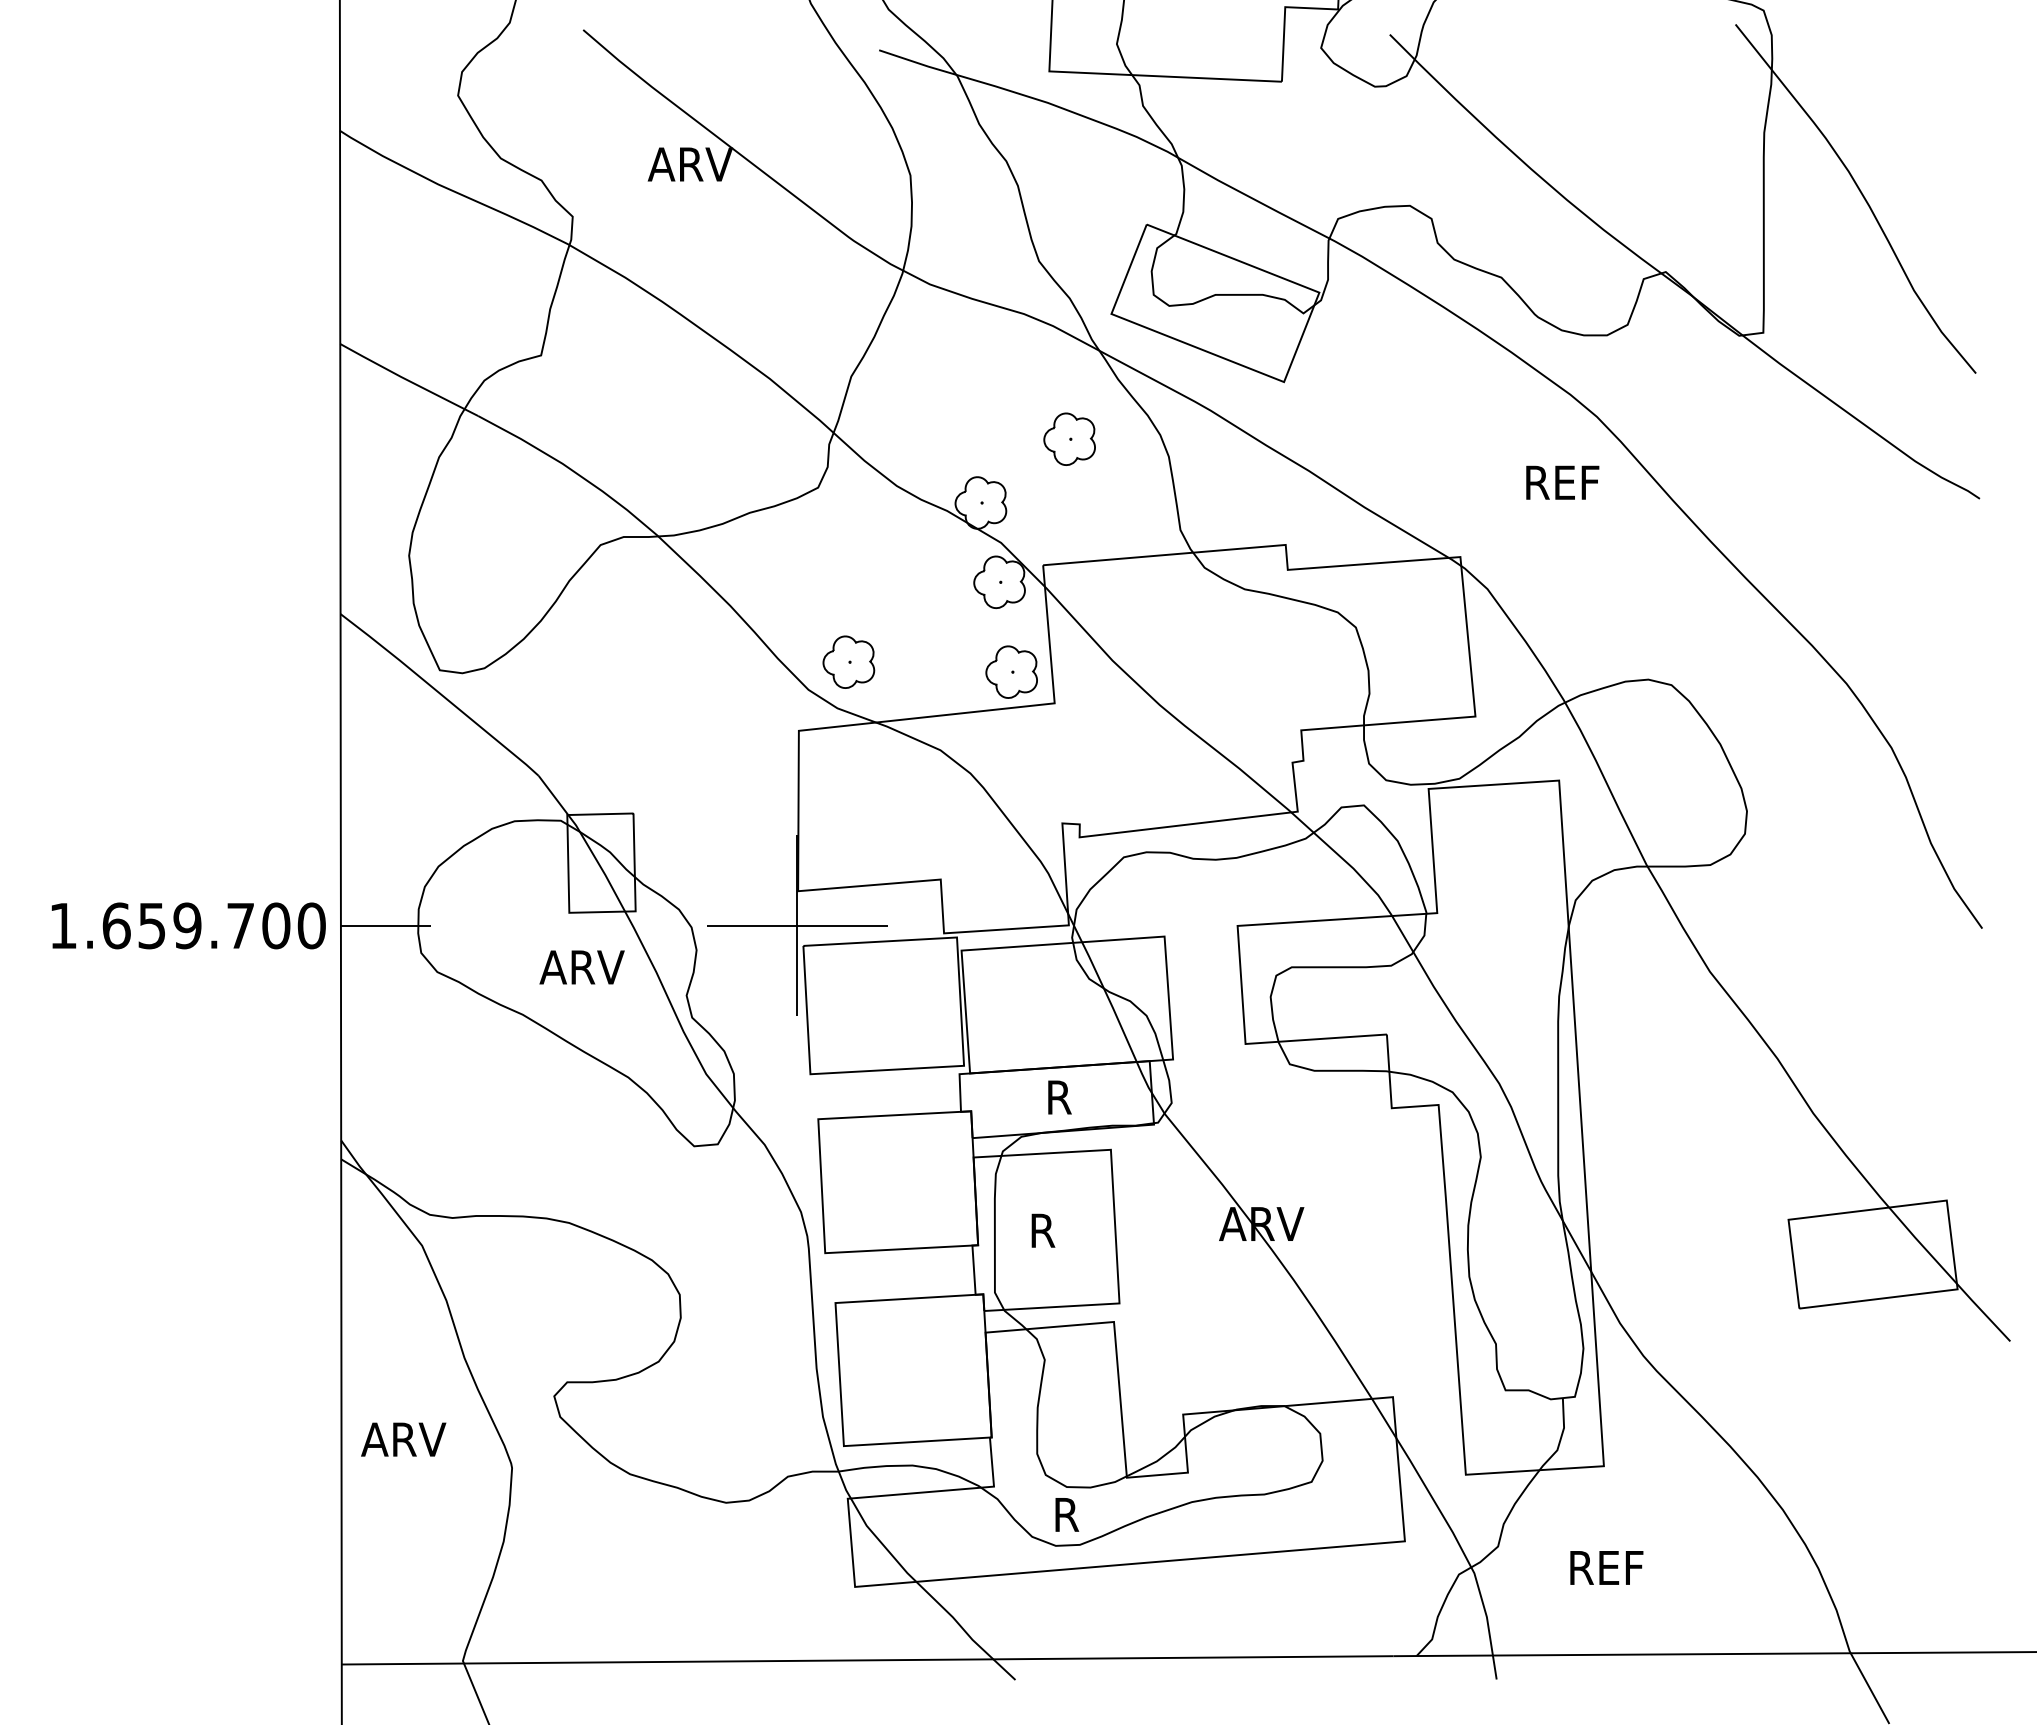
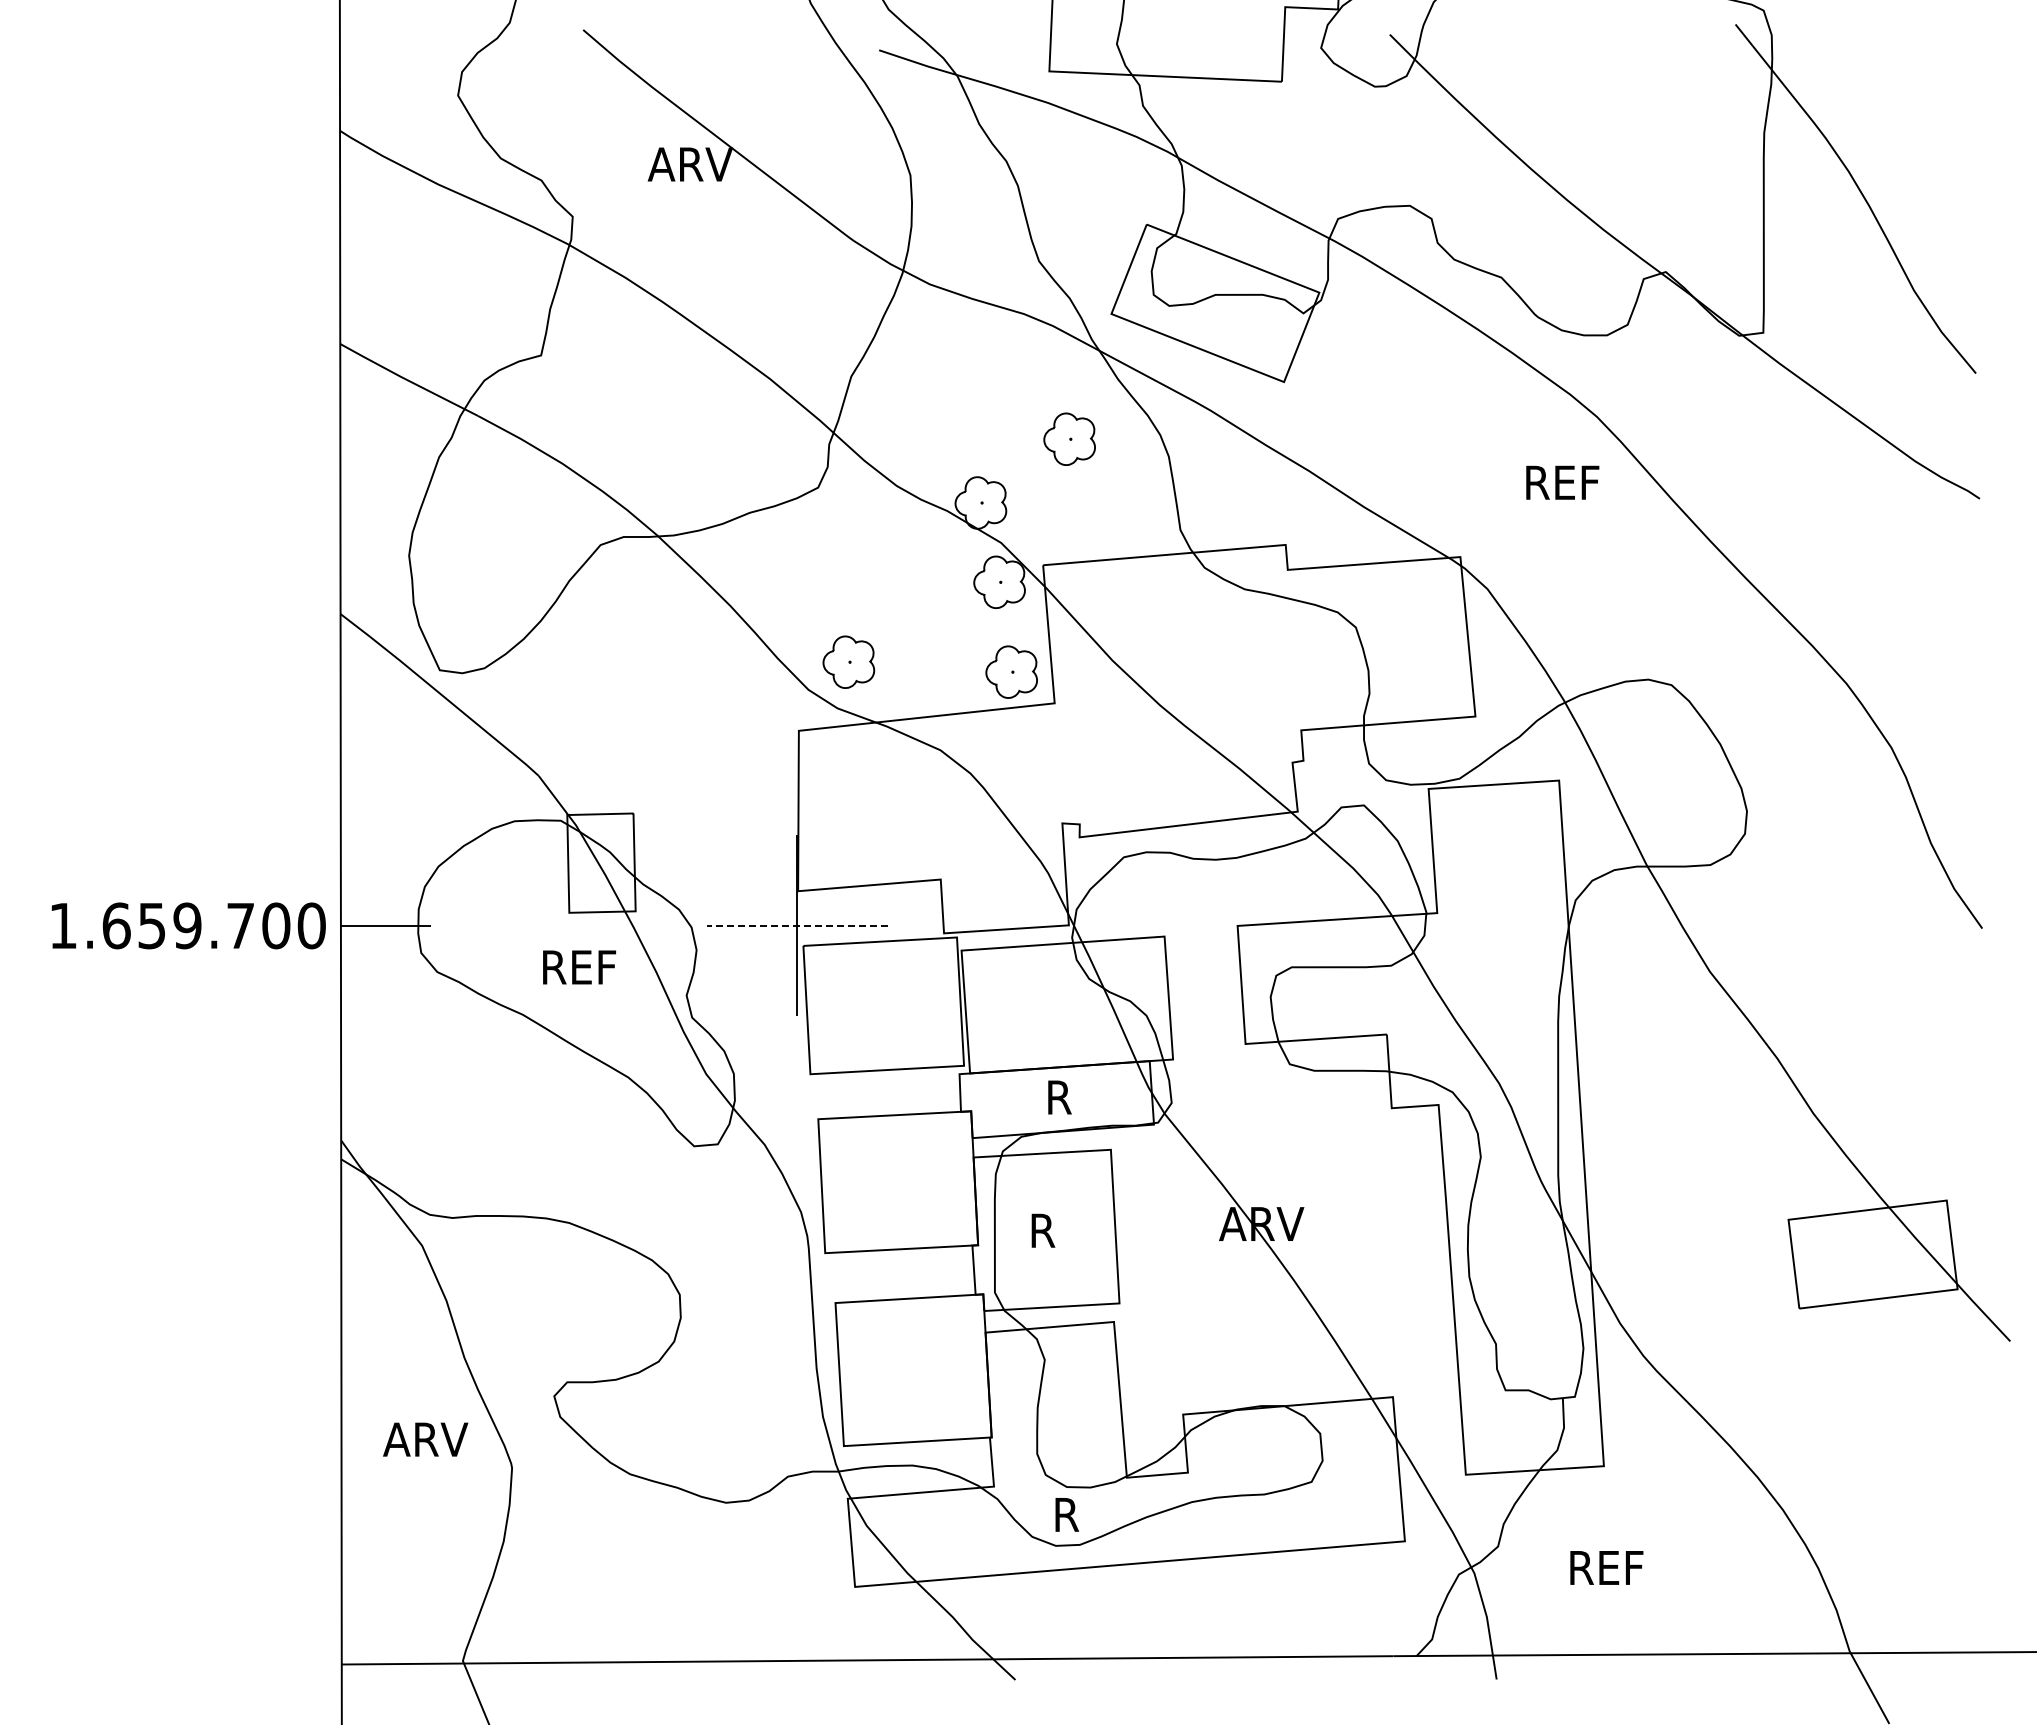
line at (796, 925): solid -> dashed
text at (581, 967): ARV -> REF
text at (403, 1439) position: (403, 1439) -> (425, 1439)
